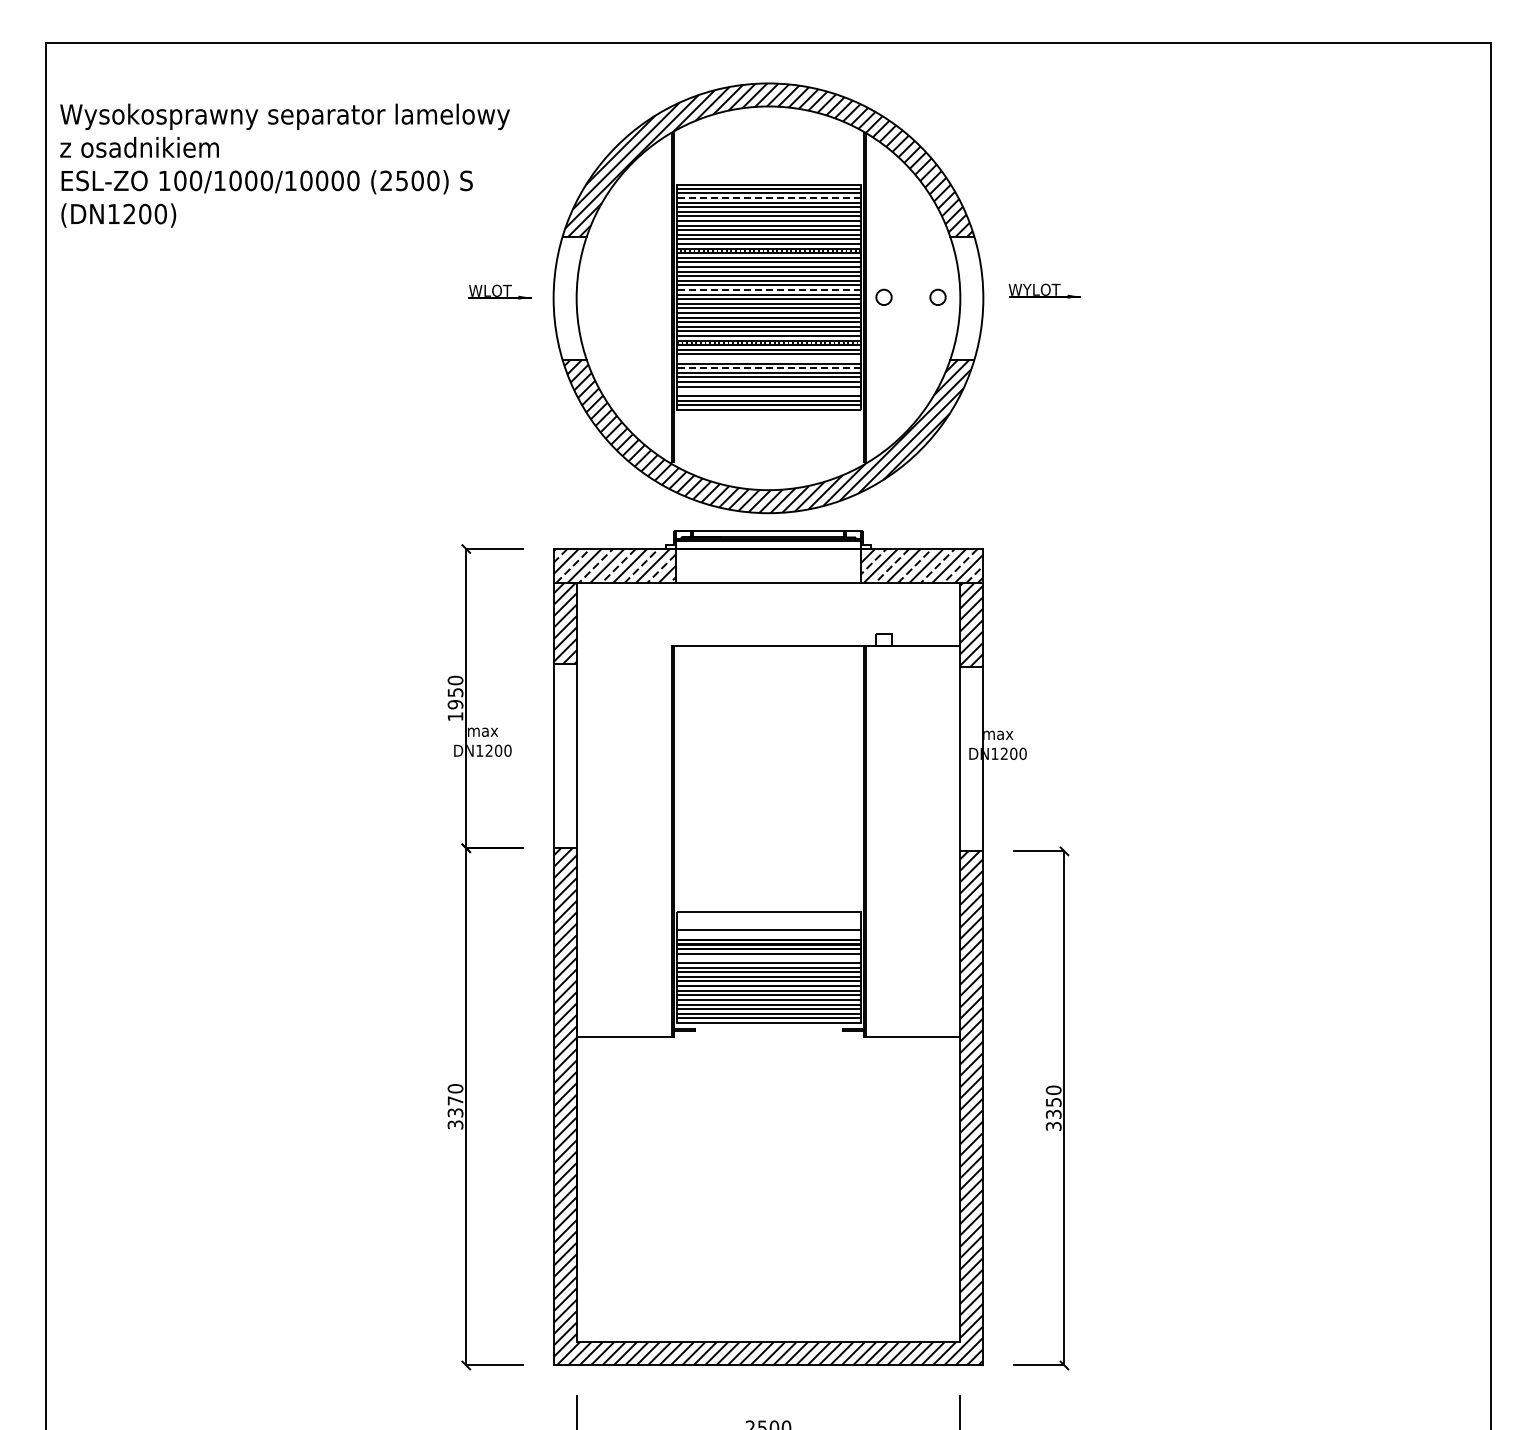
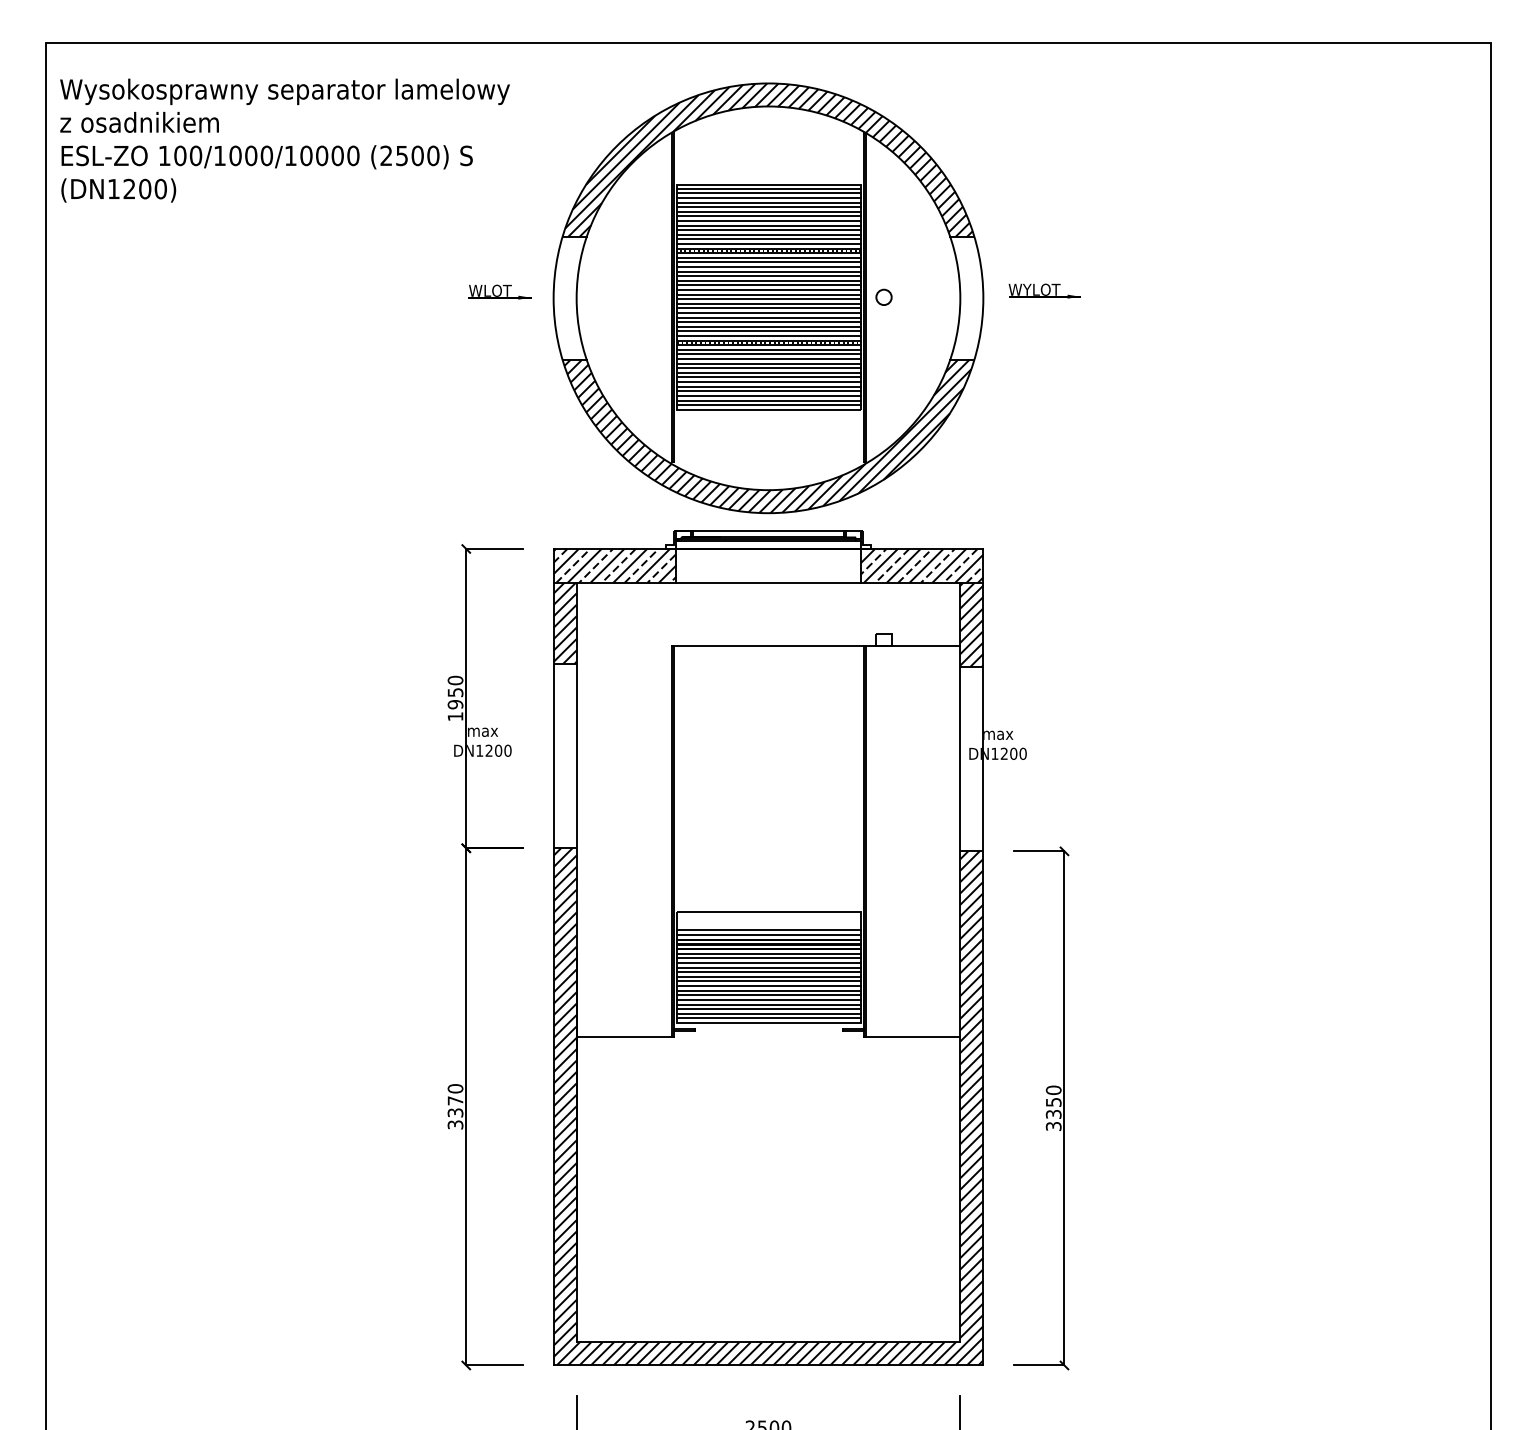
text at (284, 165) position: (284, 165) -> (284, 140)
line at (768, 197): dashed -> solid
line at (768, 290): dashed -> solid
circle at (937, 296): present -> none
line at (768, 359): none -> present
line at (768, 368): dashed -> solid
line at (768, 391): none -> present
line at (768, 934): none -> present
line at (768, 958): none -> present
